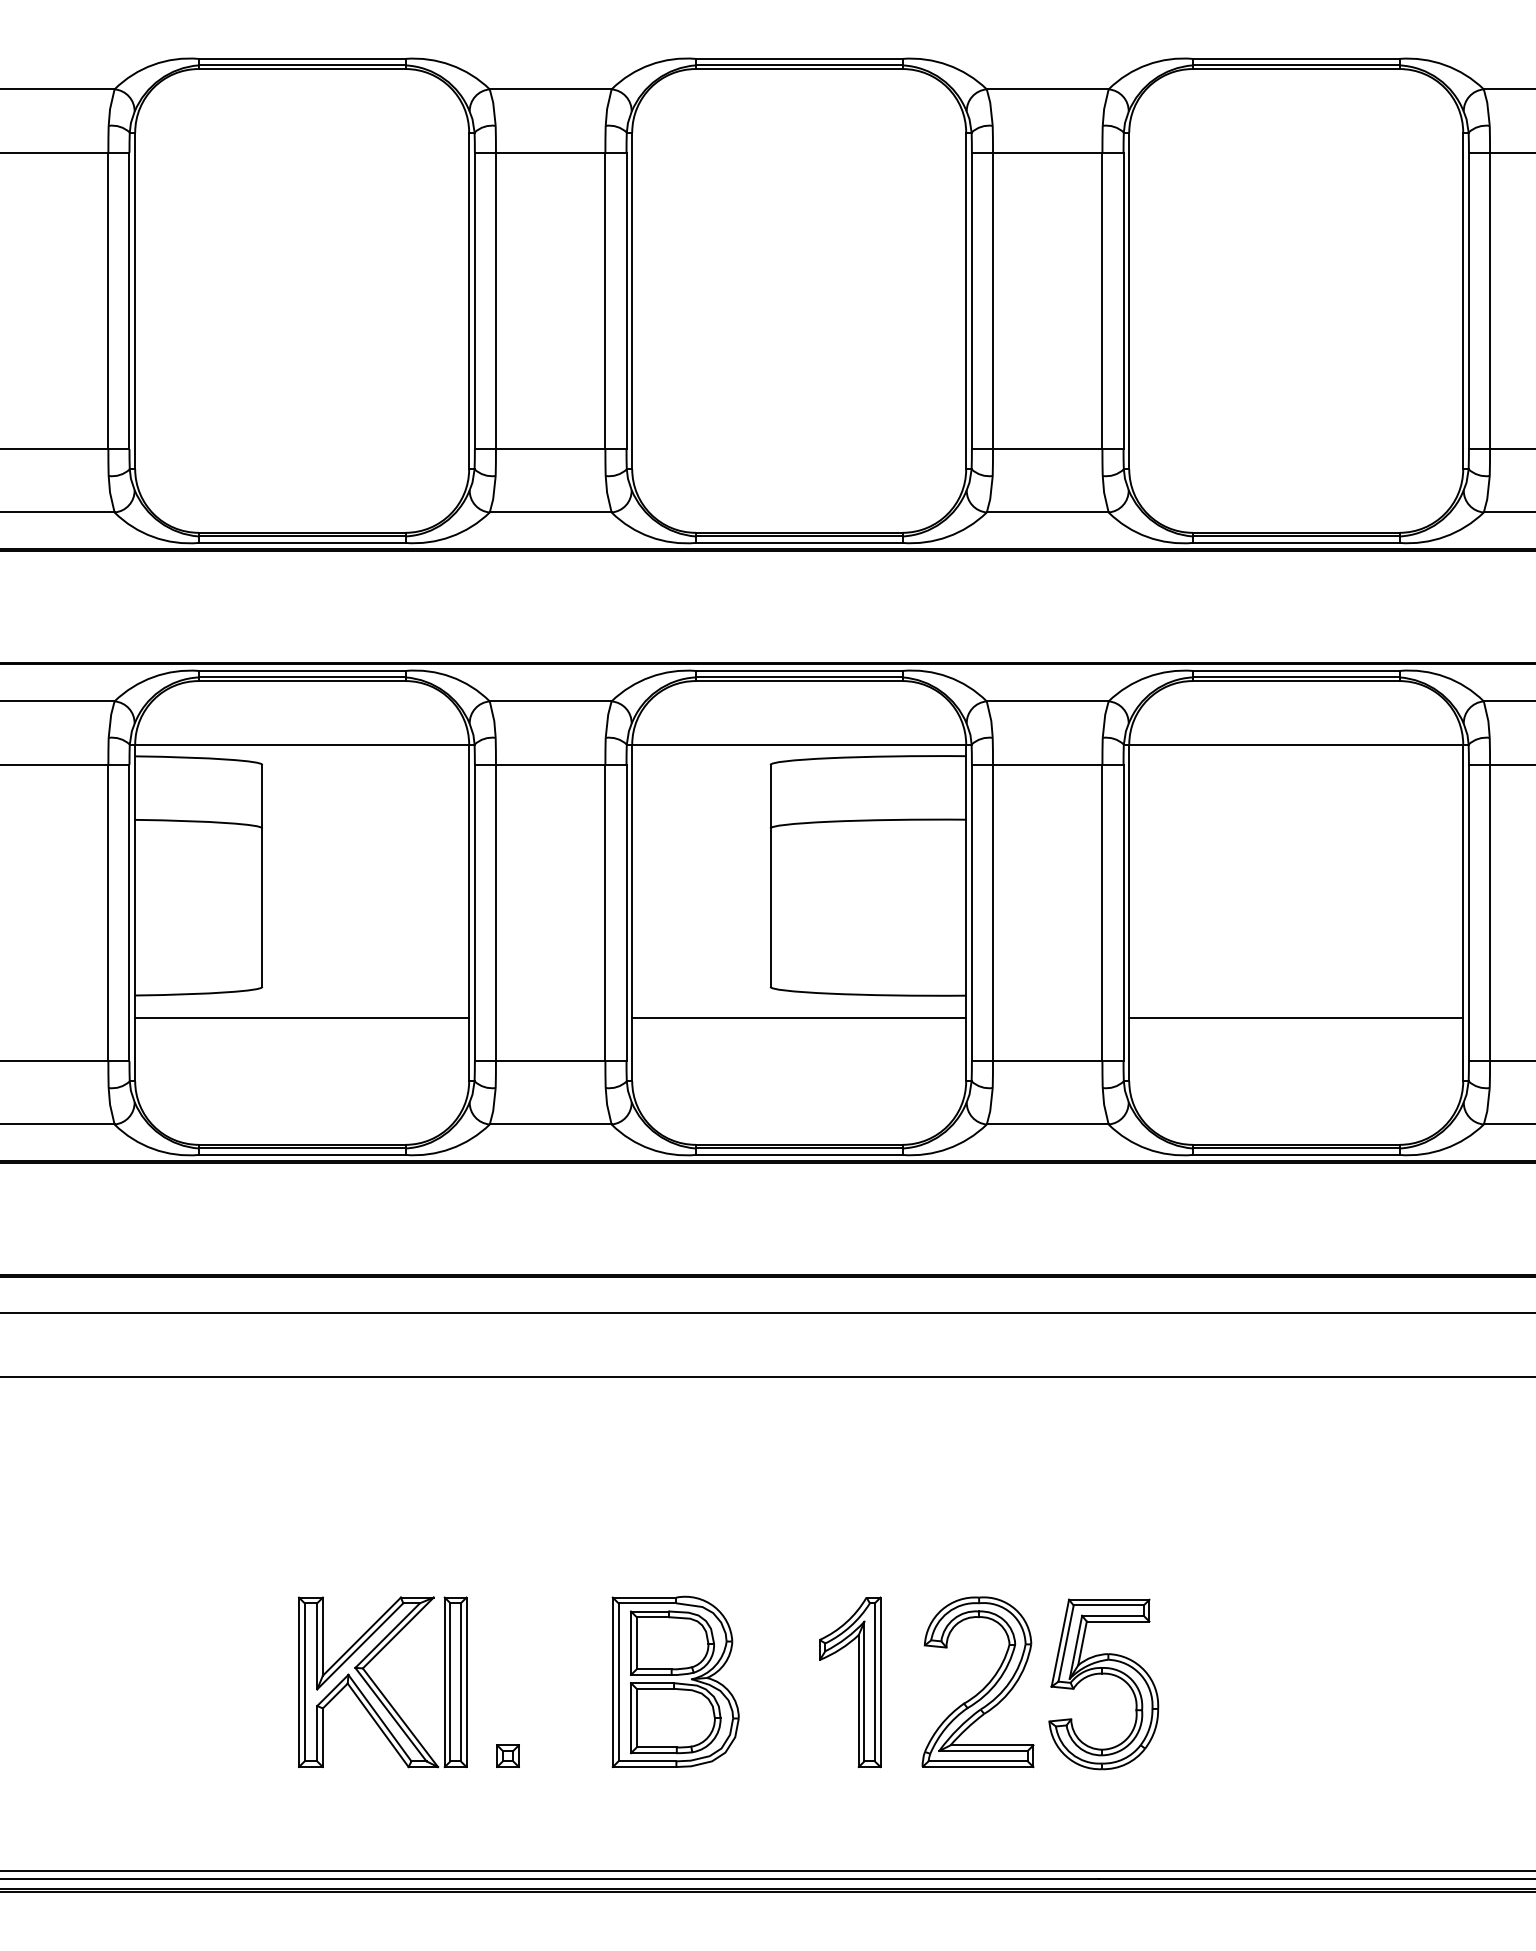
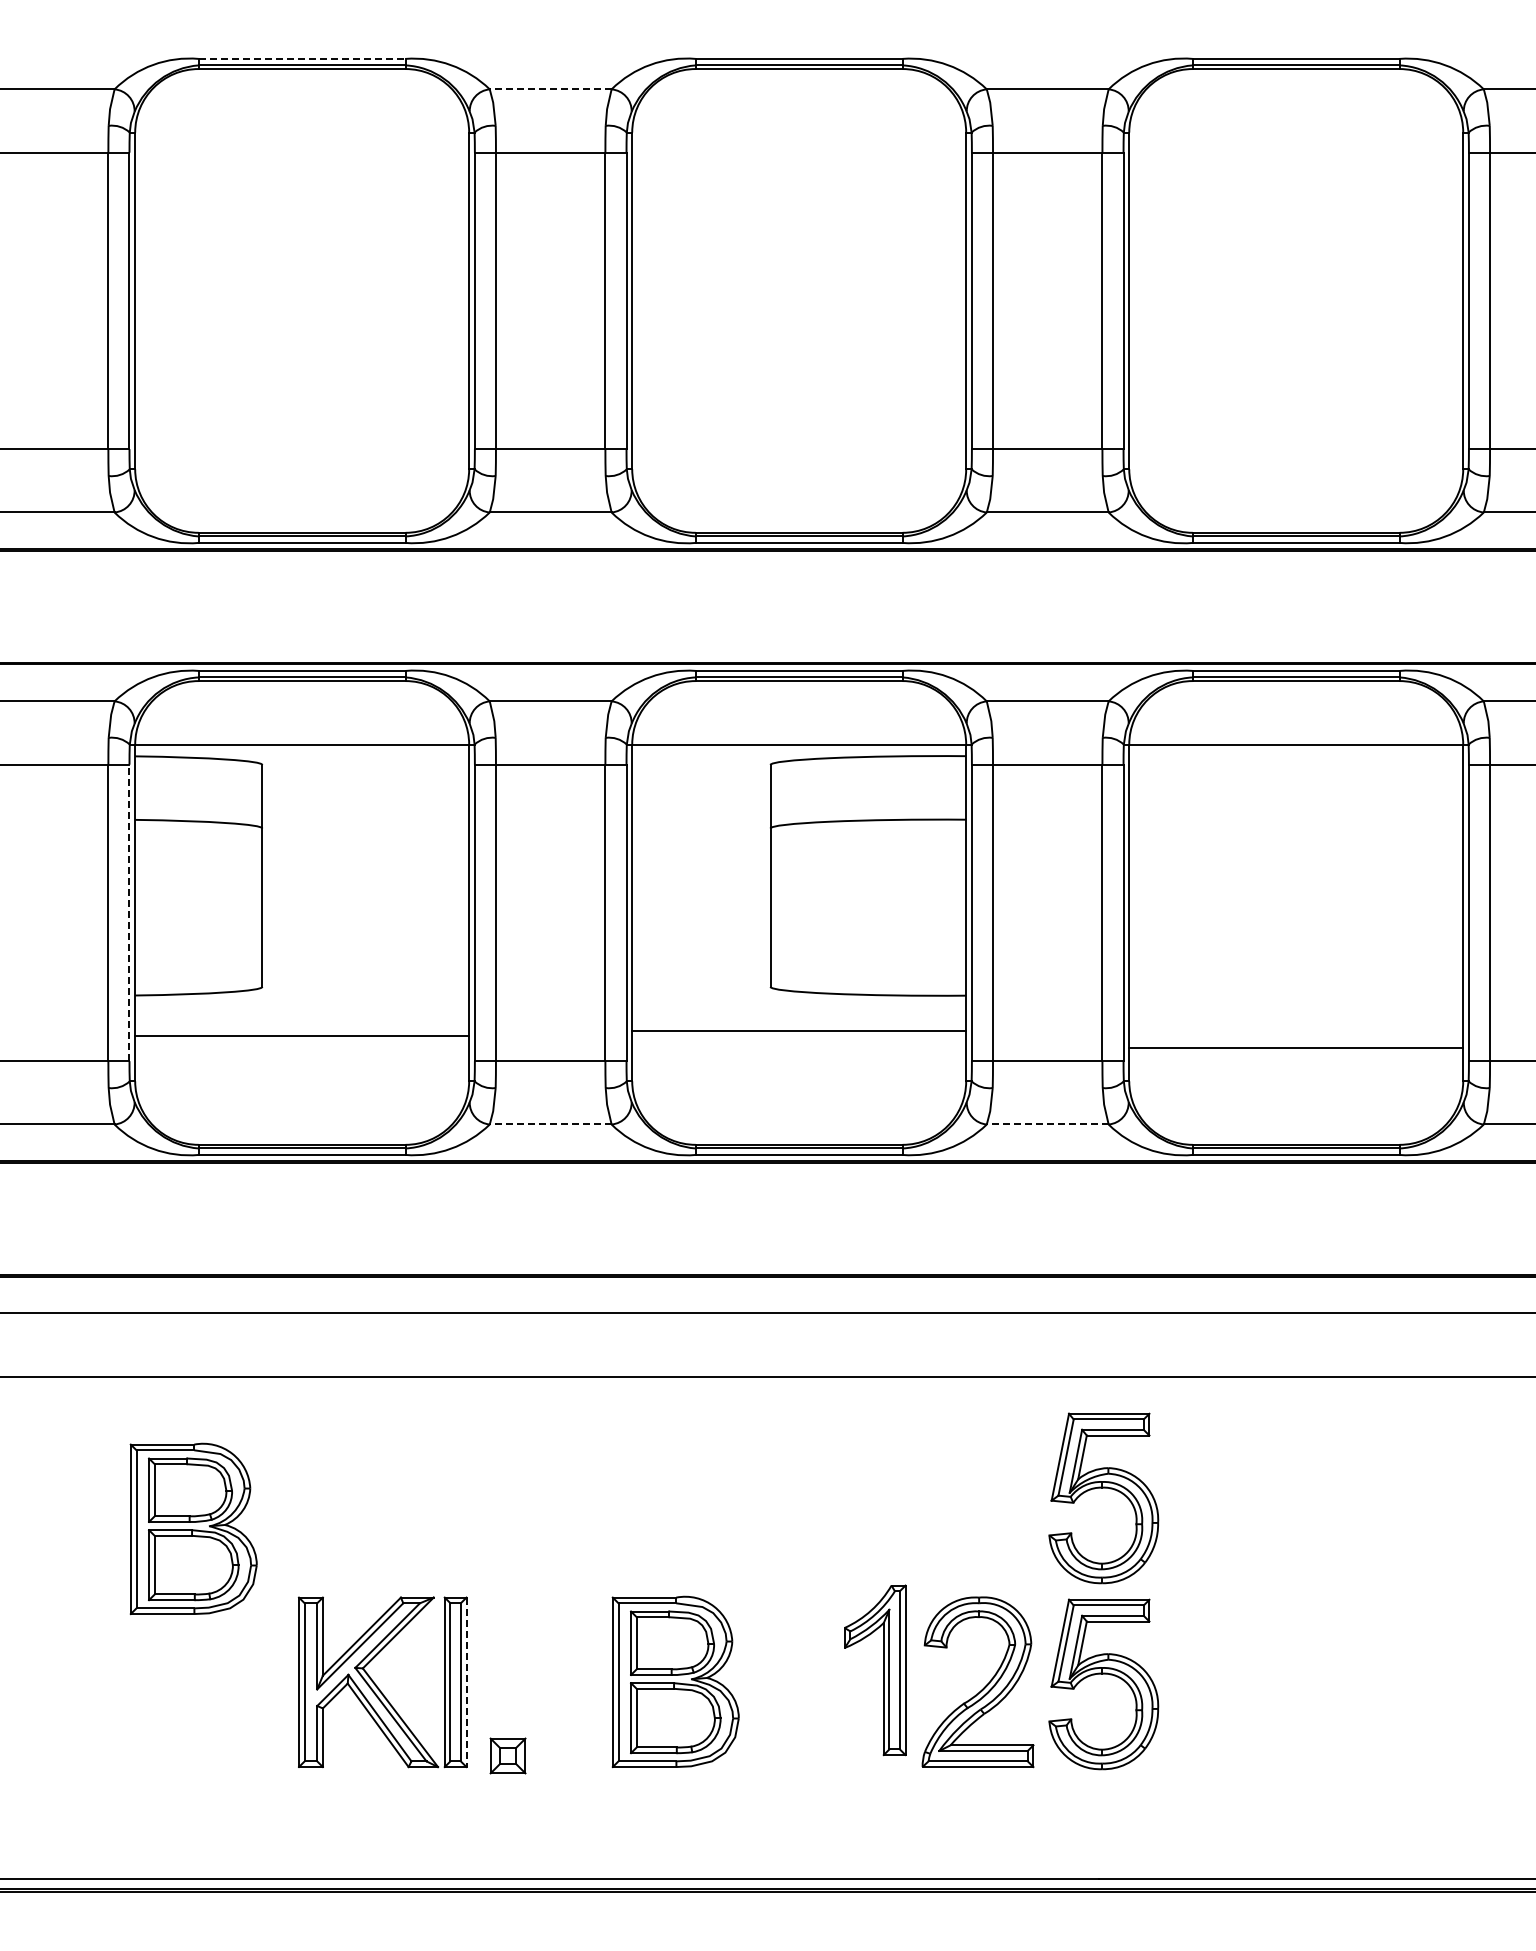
line at (302, 58): solid -> dashed
line at (550, 89): solid -> dashed
line at (129, 912): solid -> dashed
line at (302, 1018) position: (302, 1018) -> (302, 1036)
line at (799, 1018) position: (799, 1018) -> (799, 1031)
line at (1296, 1018) position: (1296, 1018) -> (1296, 1048)
line at (550, 1124): solid -> dashed
line at (1047, 1124): solid -> dashed
part at (1103, 1488): none -> present
part at (193, 1528): none -> present
line at (466, 1682): solid -> dashed
part at (858, 1682) position: (858, 1682) -> (883, 1670)
part at (507, 1756) size: 24x25 px -> 38x38 px
line at (767, 1871): present -> none
